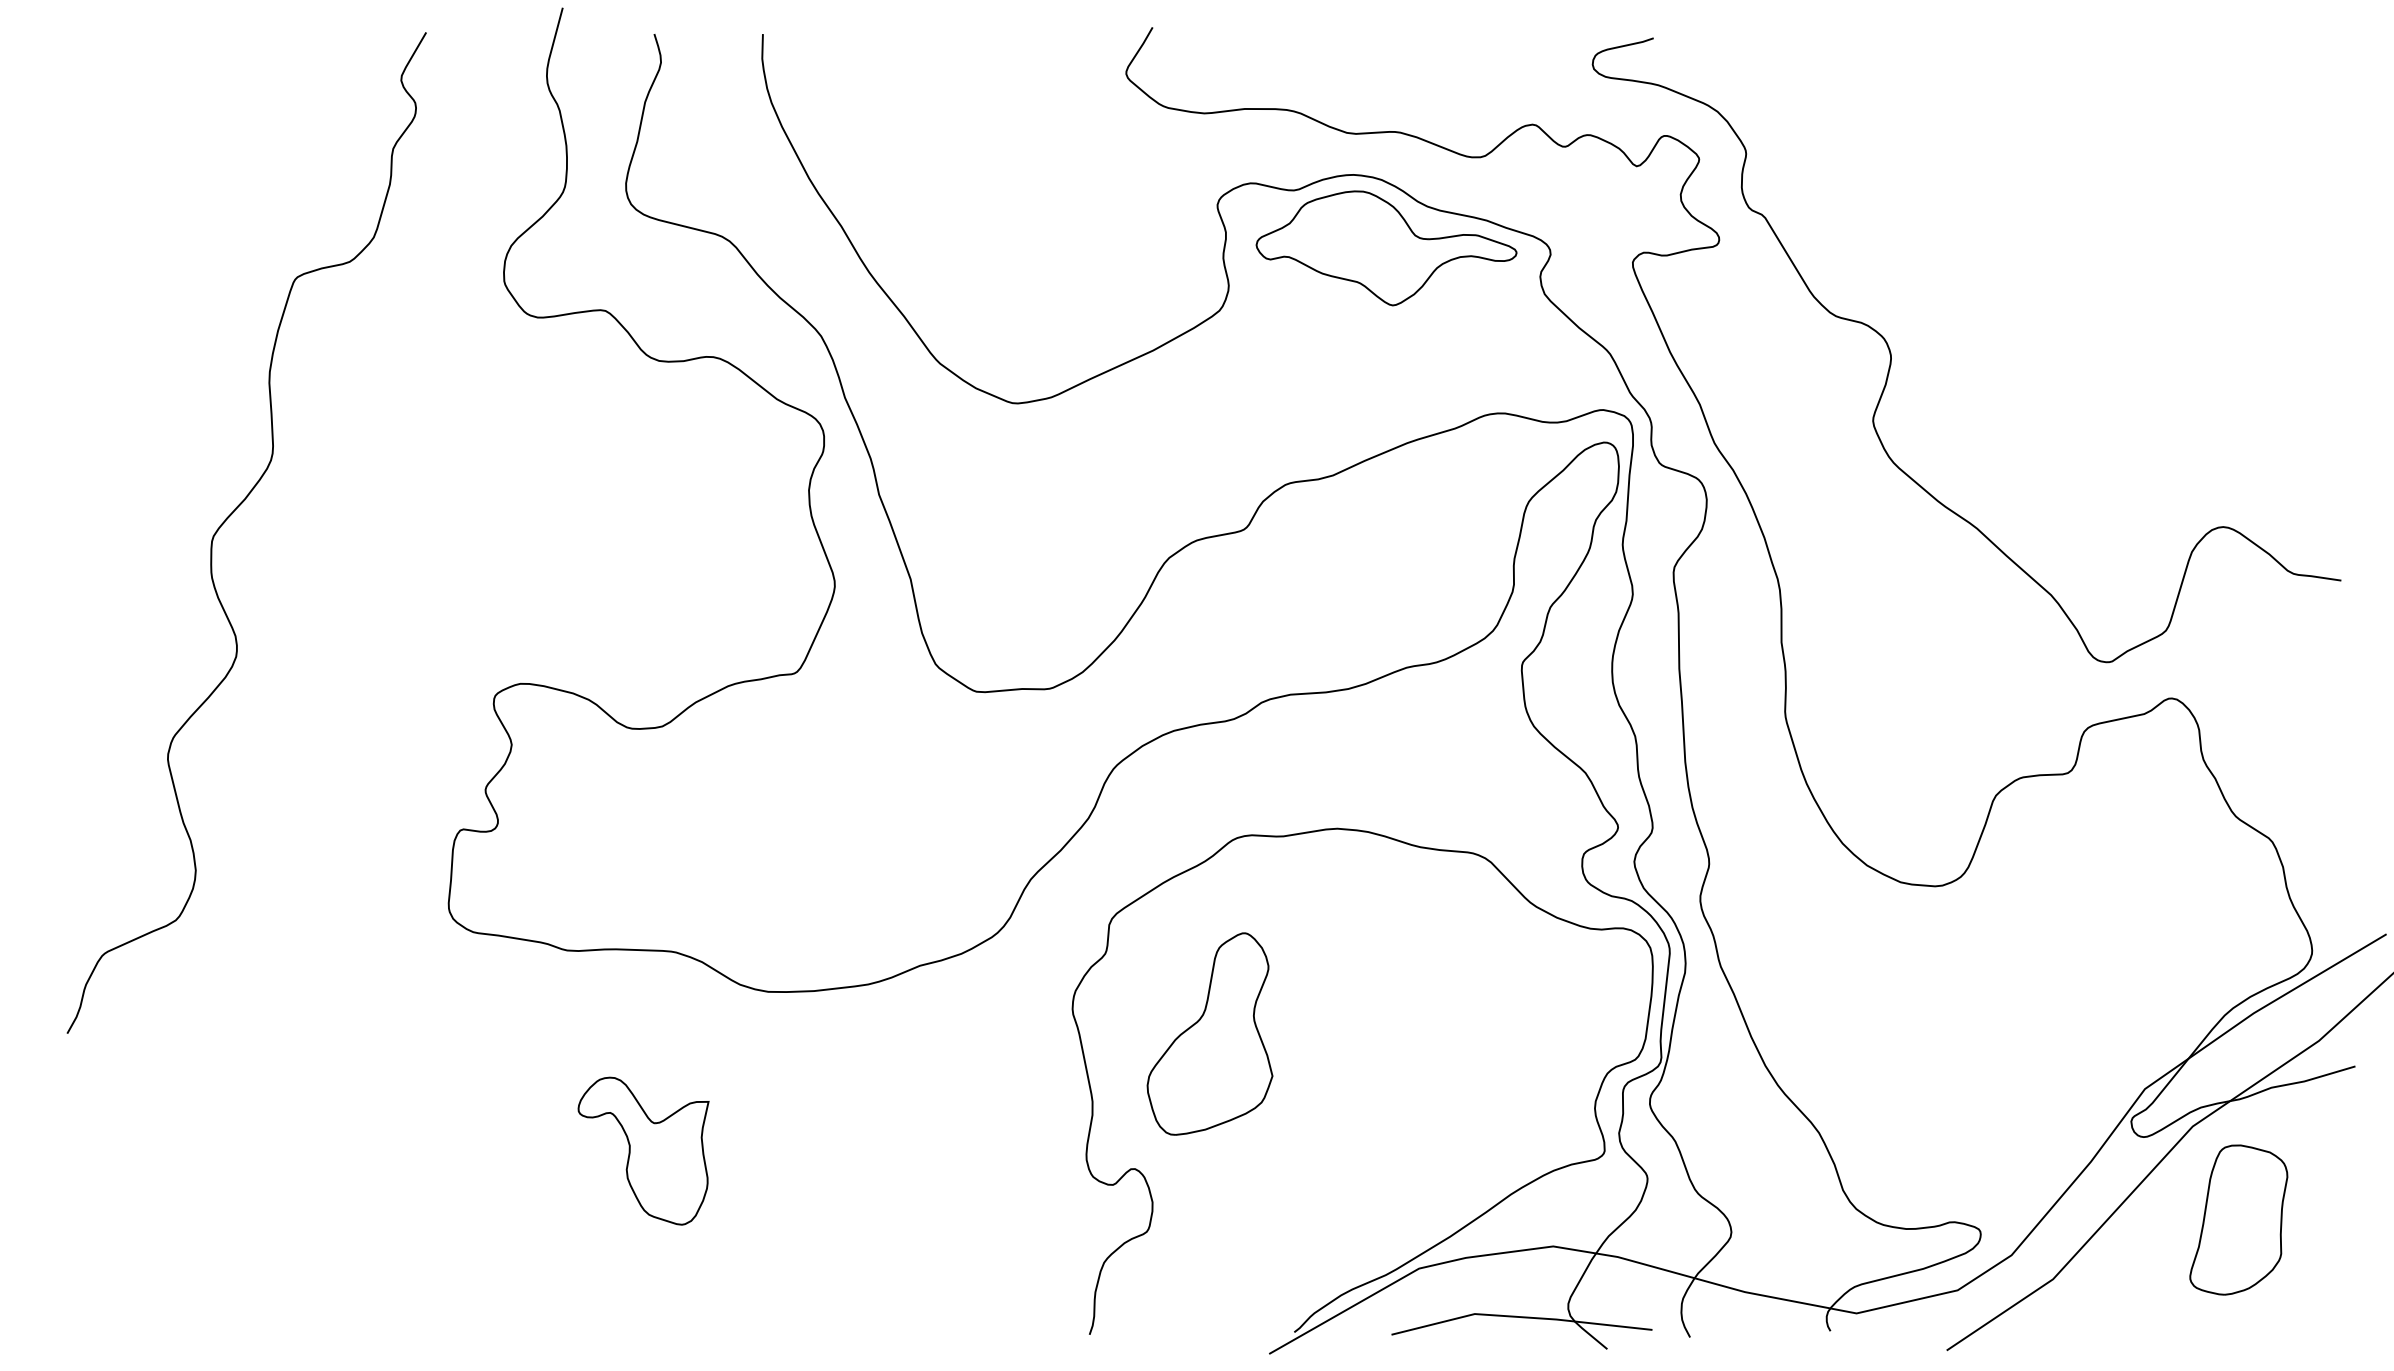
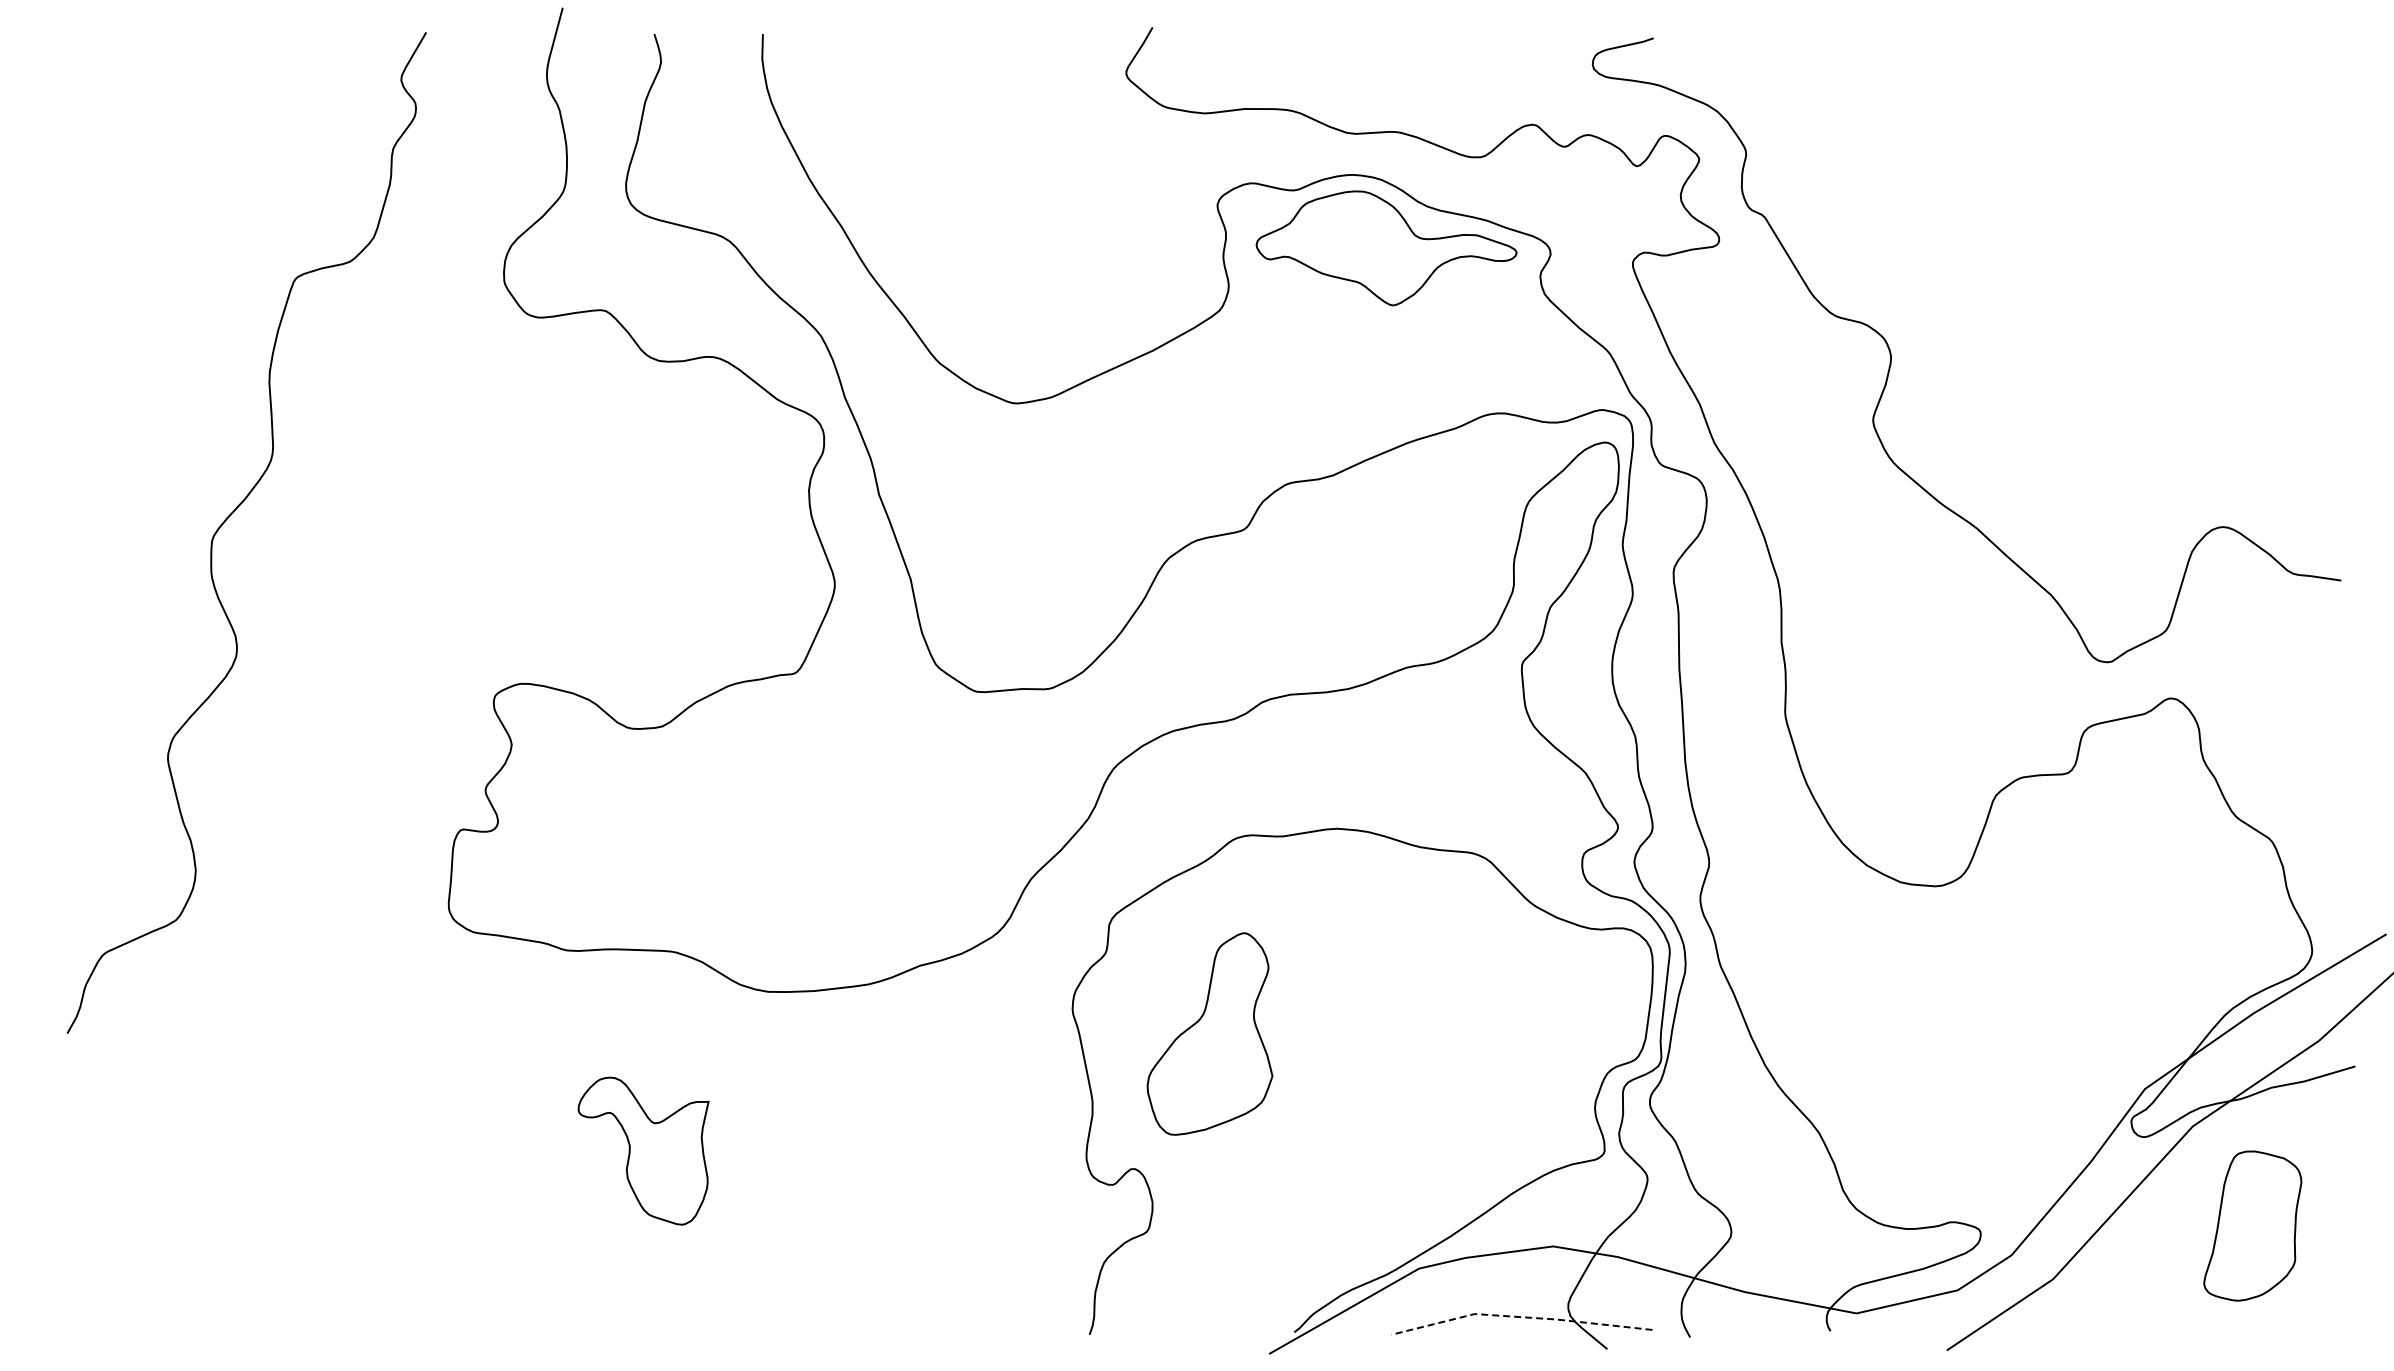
part at (2238, 1219) position: (2238, 1219) -> (2252, 1225)
line at (1520, 1317): solid -> dashed
